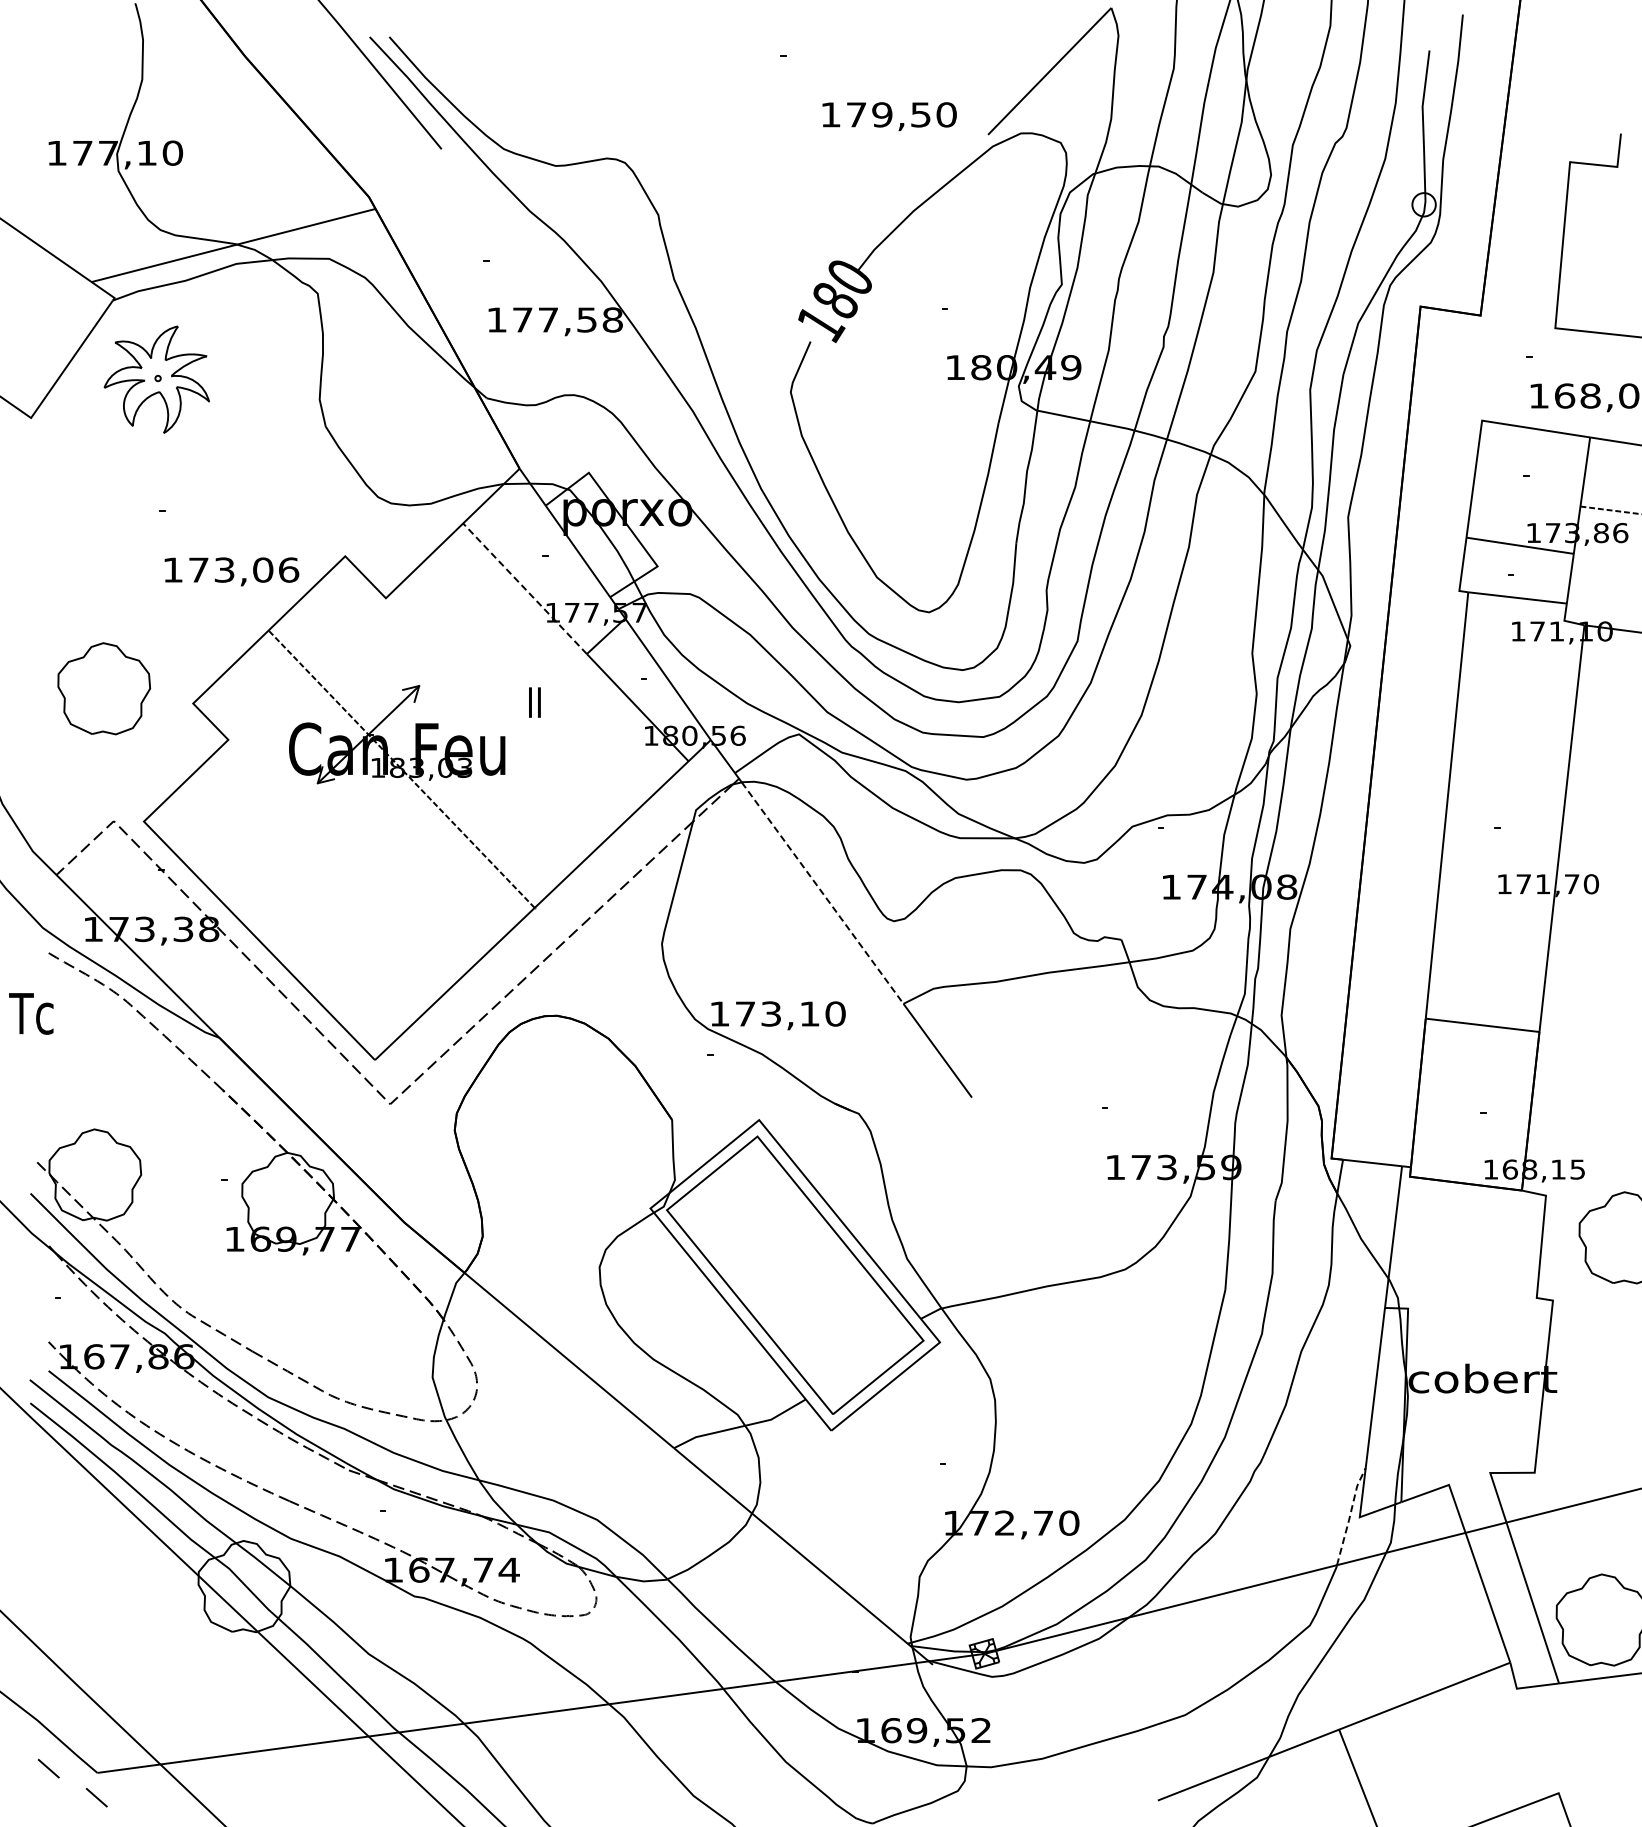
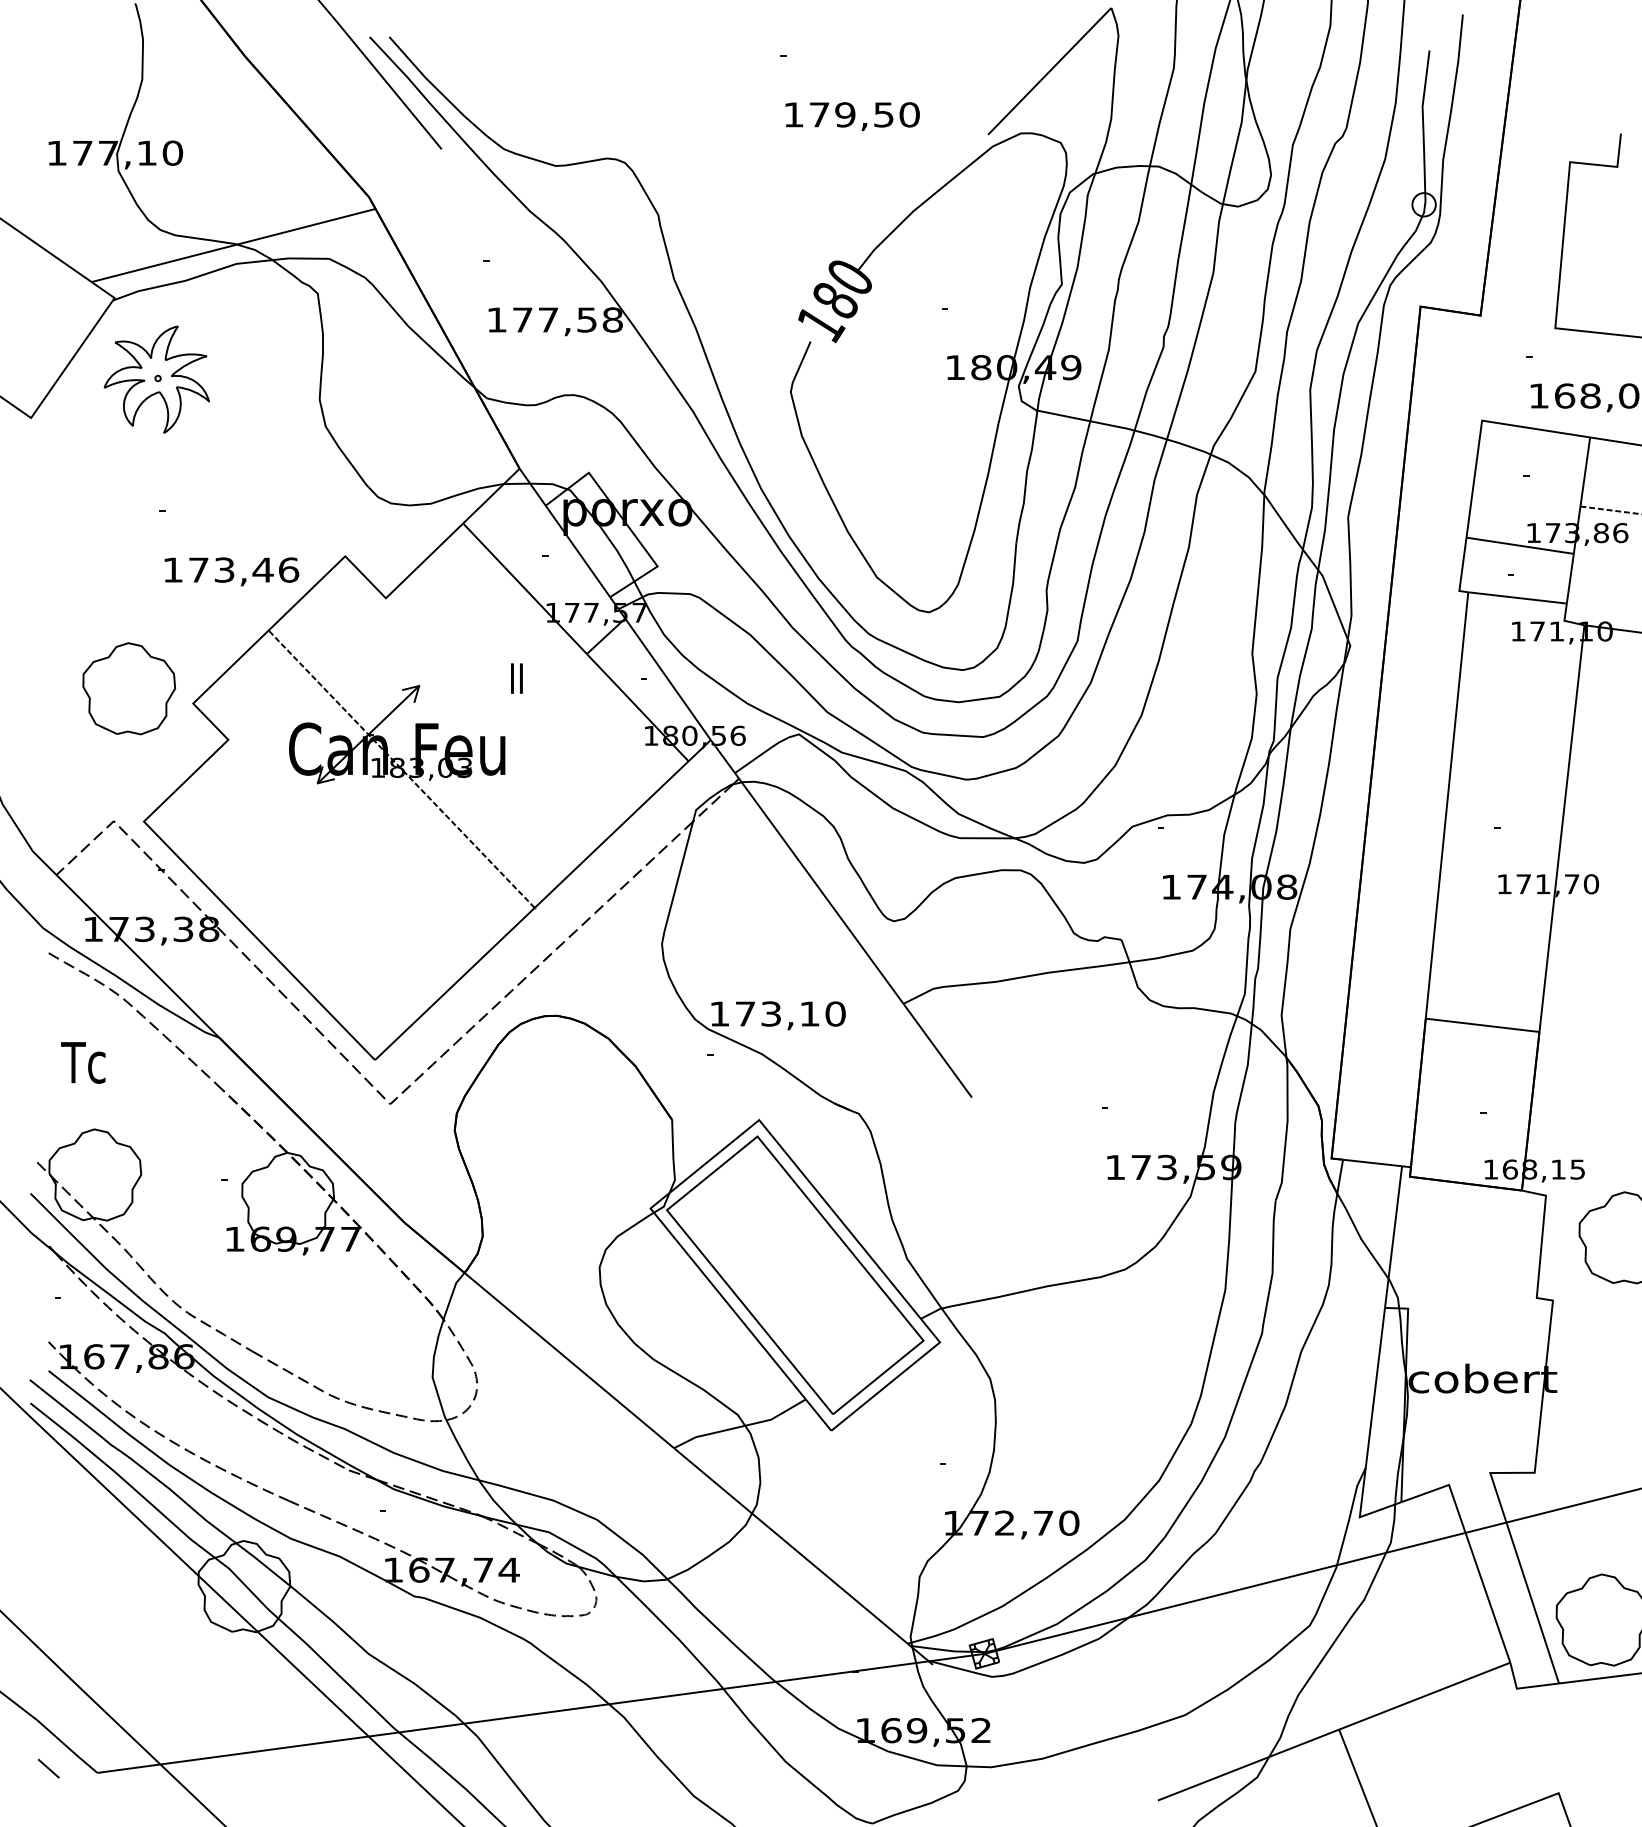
text at (889, 116) position: (889, 116) -> (852, 116)
text at (262, 569): 173,06 -> 173,46
line at (525, 588): dashed -> solid
part at (104, 688) position: (104, 688) -> (129, 688)
text at (534, 702) position: (534, 702) -> (516, 678)
line at (822, 893): dashed -> solid
text at (31, 1013) position: (31, 1013) -> (83, 1062)
line at (1350, 1515): dashed -> solid
line at (96, 1797): present -> none
